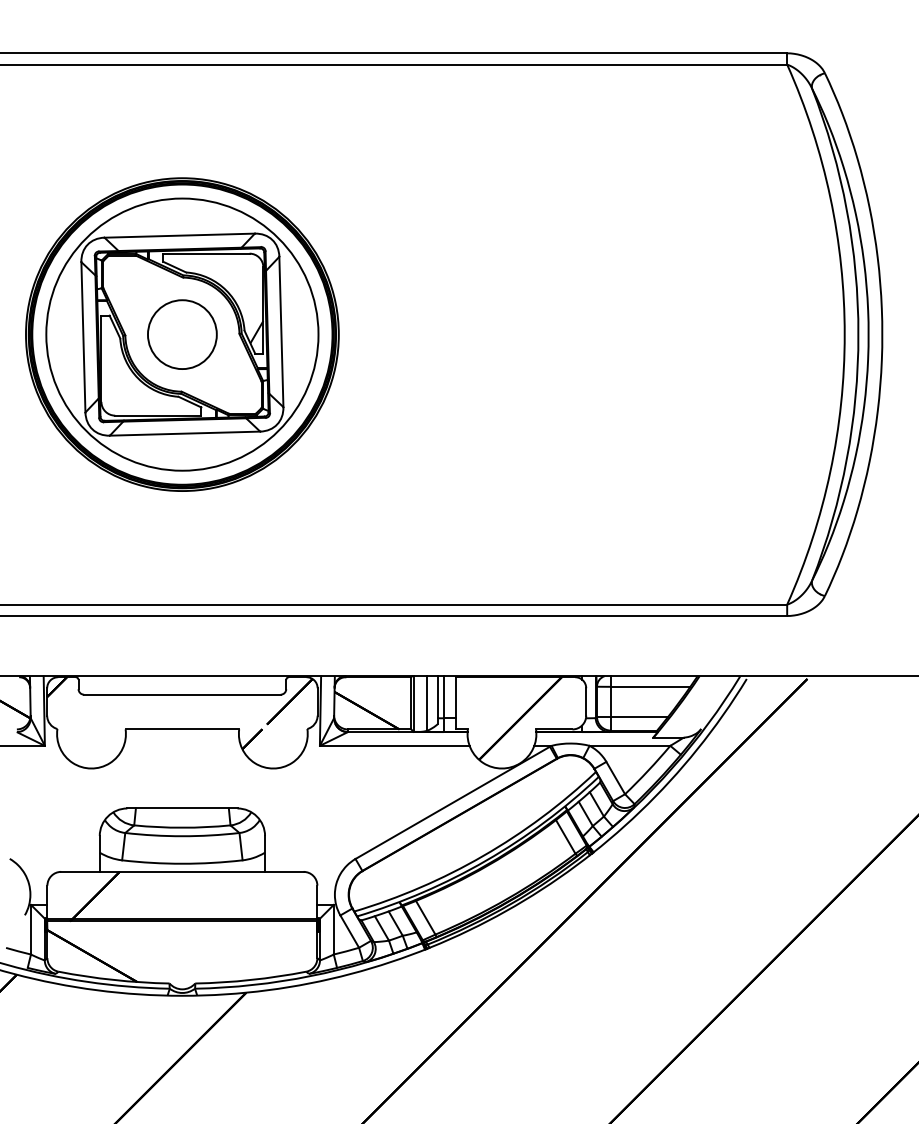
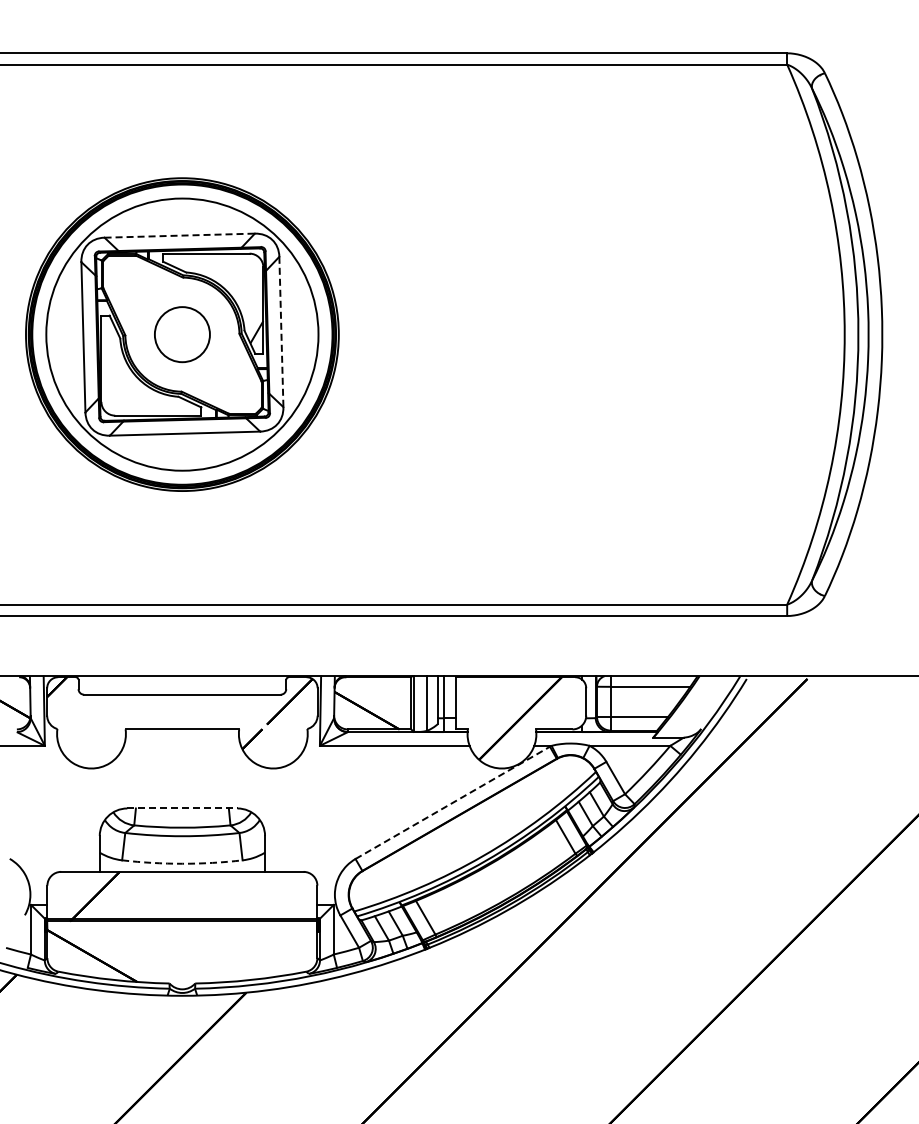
line at (180, 235): solid -> dashed
line at (281, 332): solid -> dashed
circle at (181, 334) diameter: 69 px -> 55 px
line at (453, 802): solid -> dashed
line at (182, 808): solid -> dashed
arc at (182, 863): solid -> dashed
